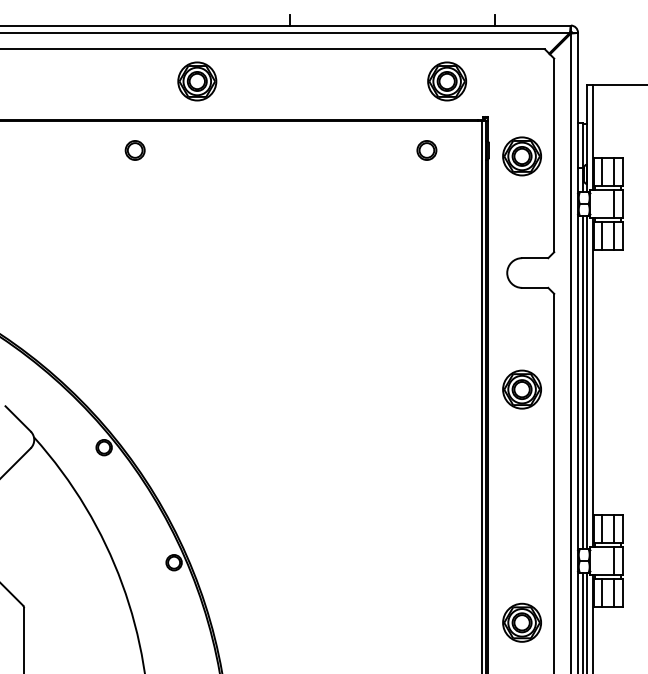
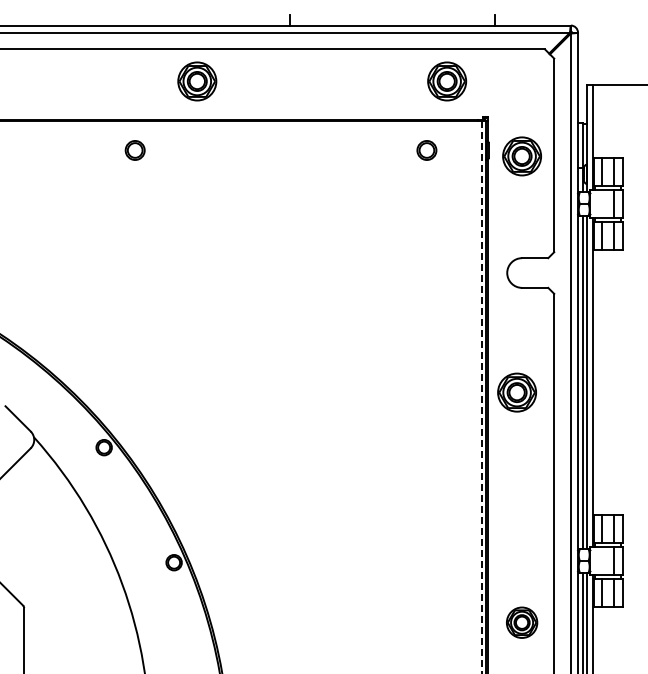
part at (521, 389) position: (521, 389) -> (516, 392)
line at (481, 397): solid -> dashed
part at (521, 622) size: 40x41 px -> 33x33 px
